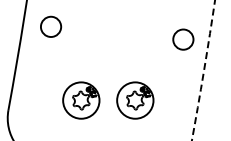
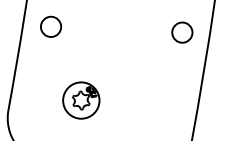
circle at (183, 39) position: (183, 39) -> (182, 32)
arc at (204, 70): dashed -> solid
part at (135, 100): present -> none
